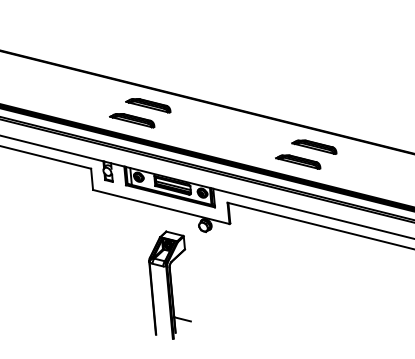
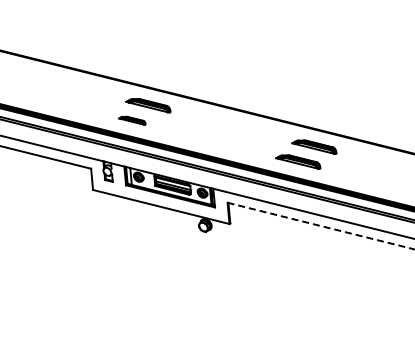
part at (132, 120) size: 47x16 px -> 29x11 px
line at (321, 226): solid -> dashed
part at (169, 284): present -> none
